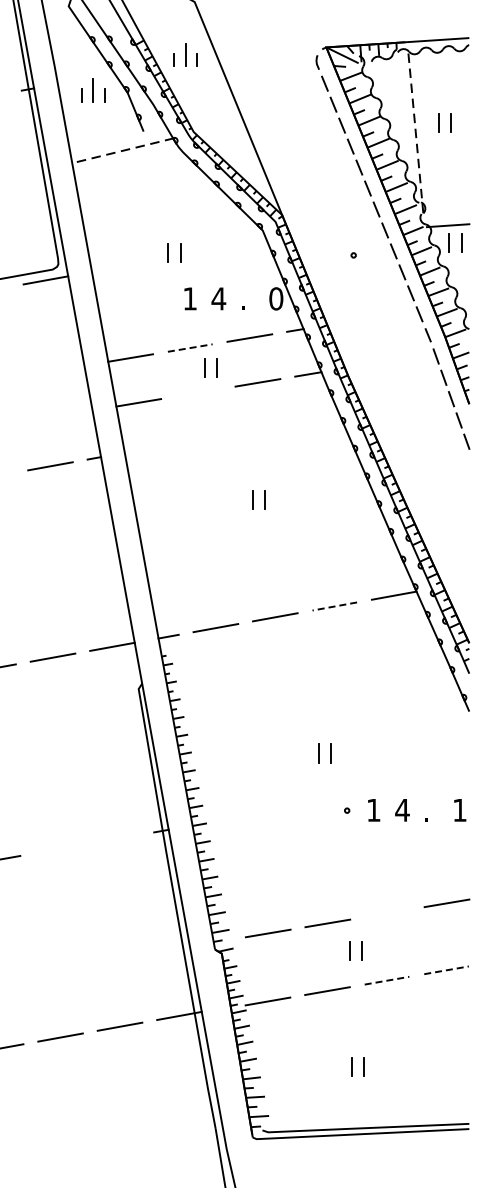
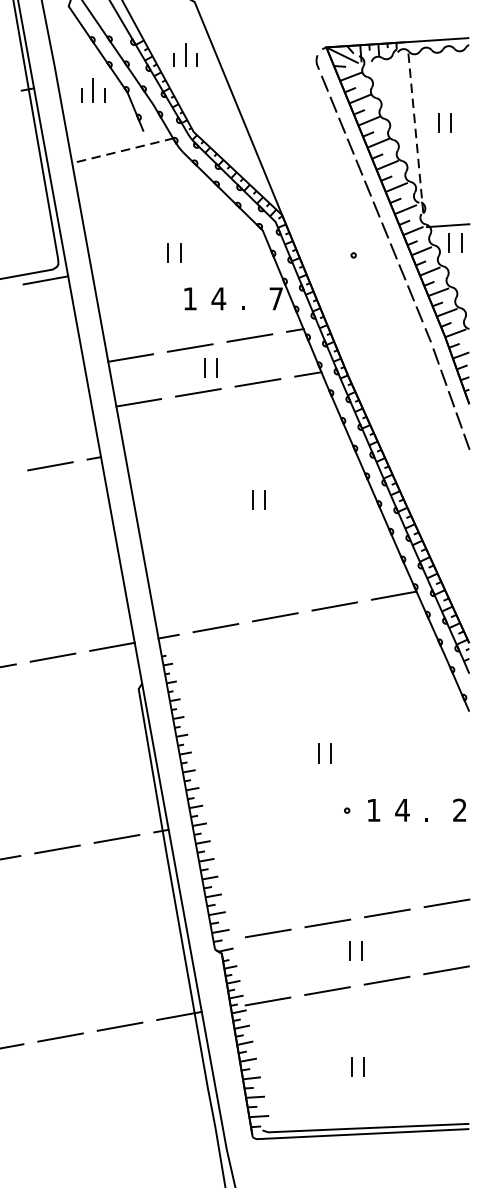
text at (276, 298): 0 -> 7
line at (190, 348): dashed -> solid
line at (198, 392): none -> present
line at (334, 606): dashed -> solid
text at (459, 809): 1 -> 2
line at (116, 838): none -> present
line at (57, 849): none -> present
line at (387, 913): none -> present
line at (446, 970): dashed -> solid
line at (387, 980): dashed -> solid
